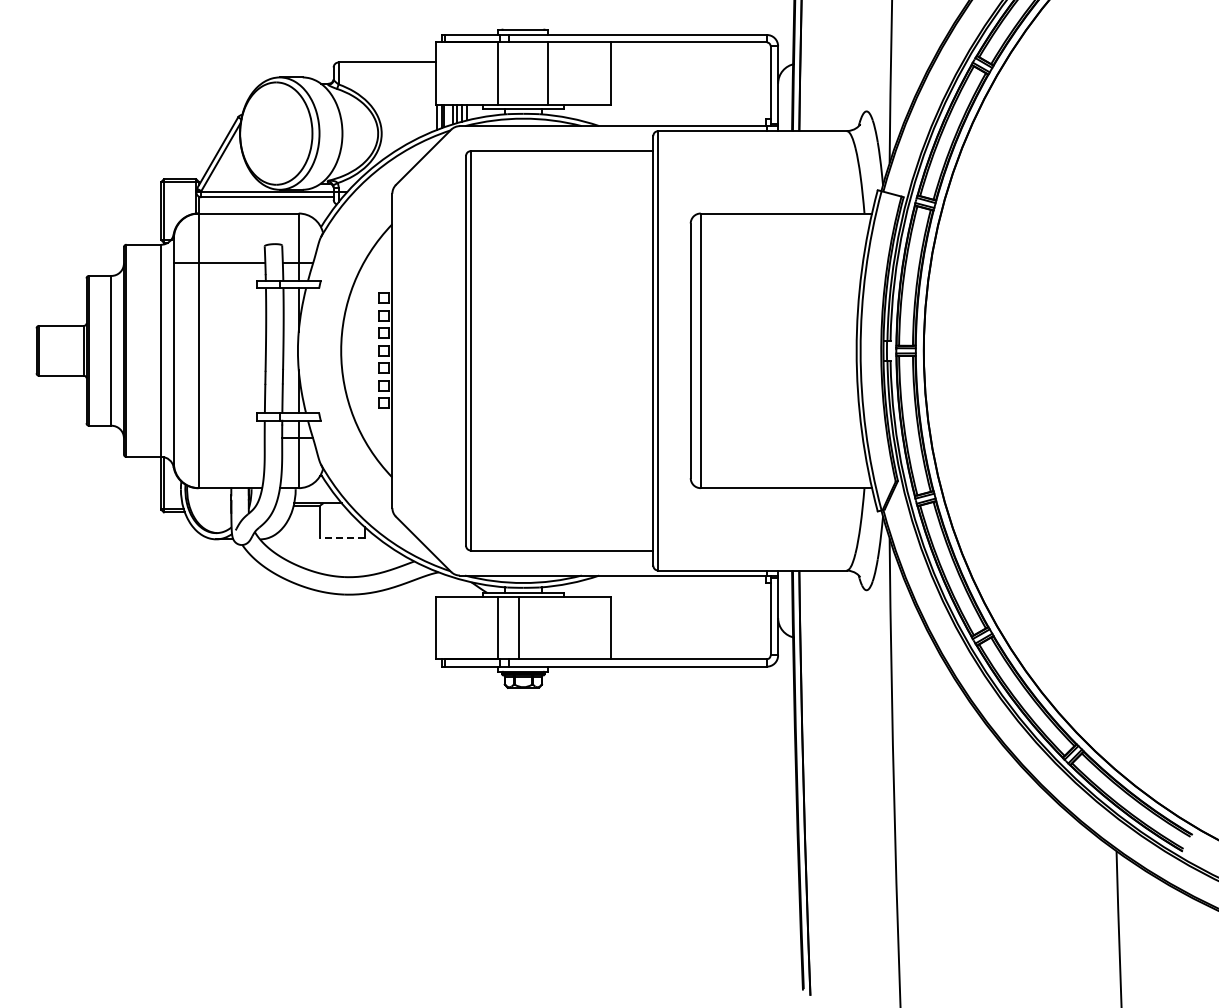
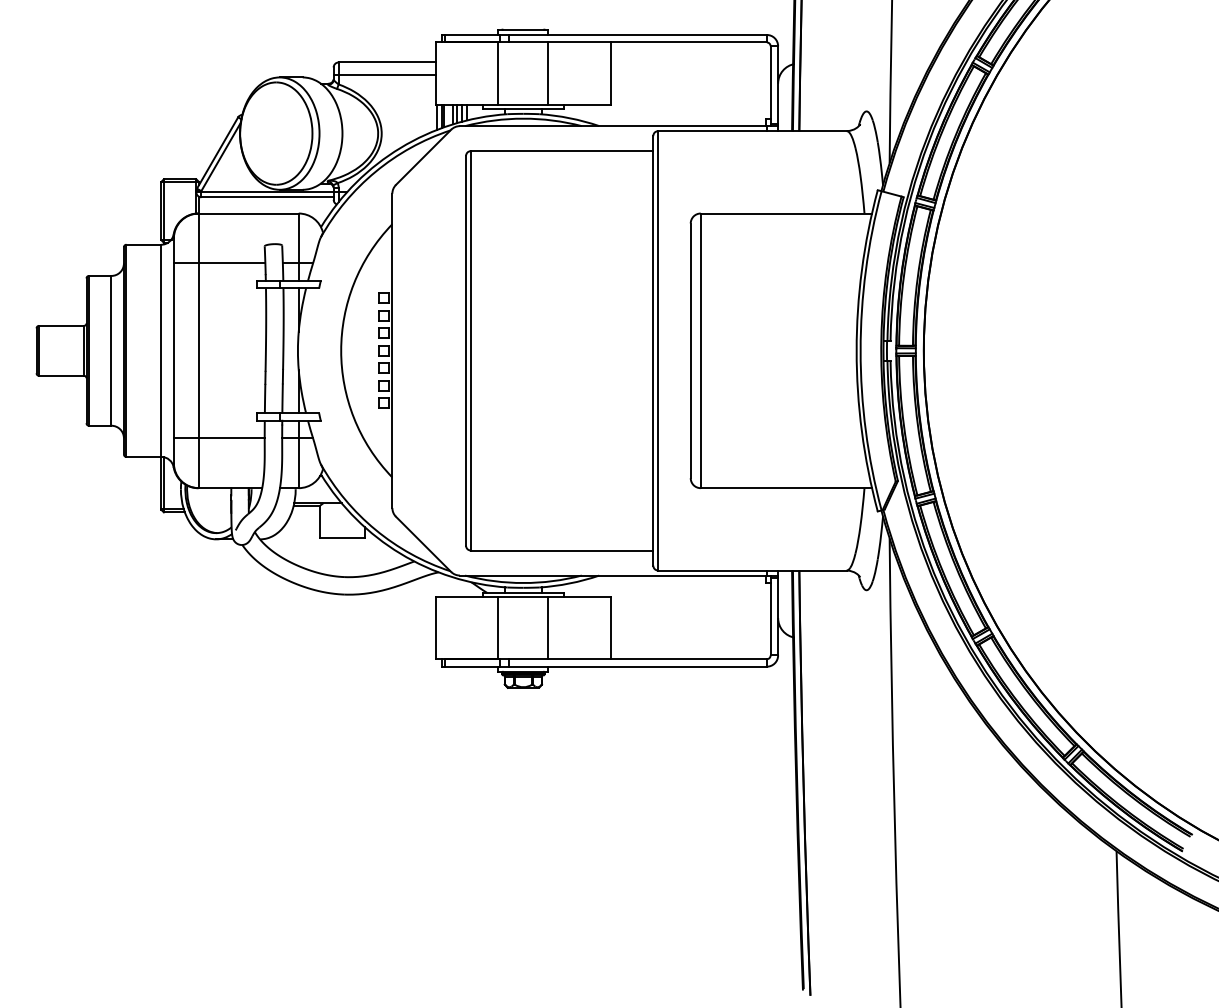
line at (384, 74): none -> present
line at (218, 438): none -> present
line at (341, 538): dashed -> solid
line at (519, 627) position: (519, 627) -> (548, 627)
